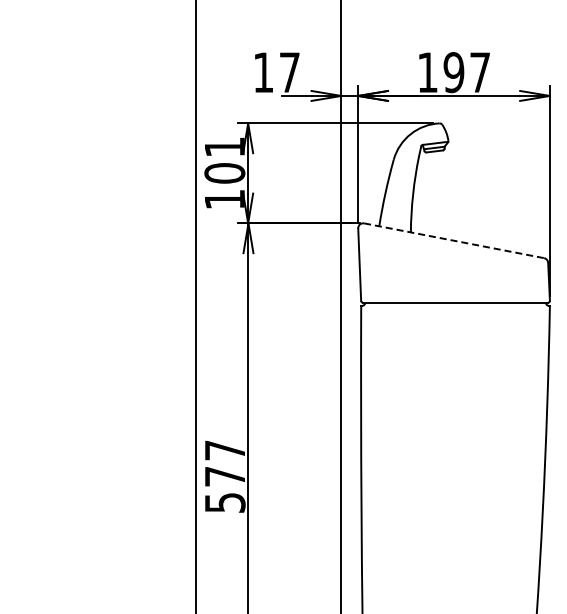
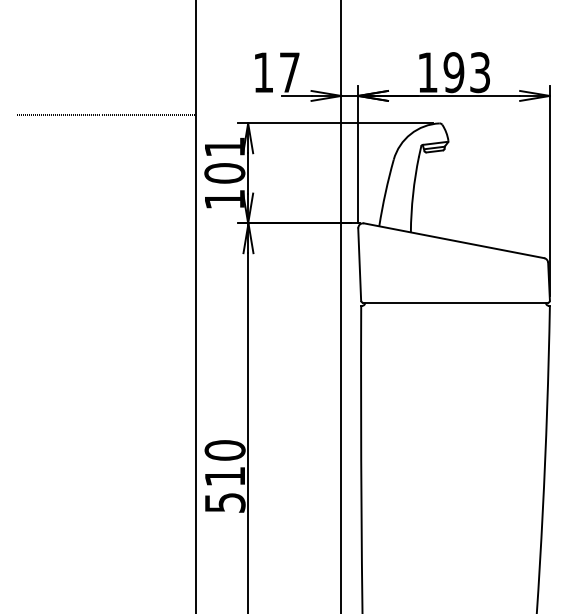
text at (479, 72): 197 -> 193
line at (106, 115): none -> present
line at (454, 240): dashed -> solid
text at (224, 463): 577 -> 510
